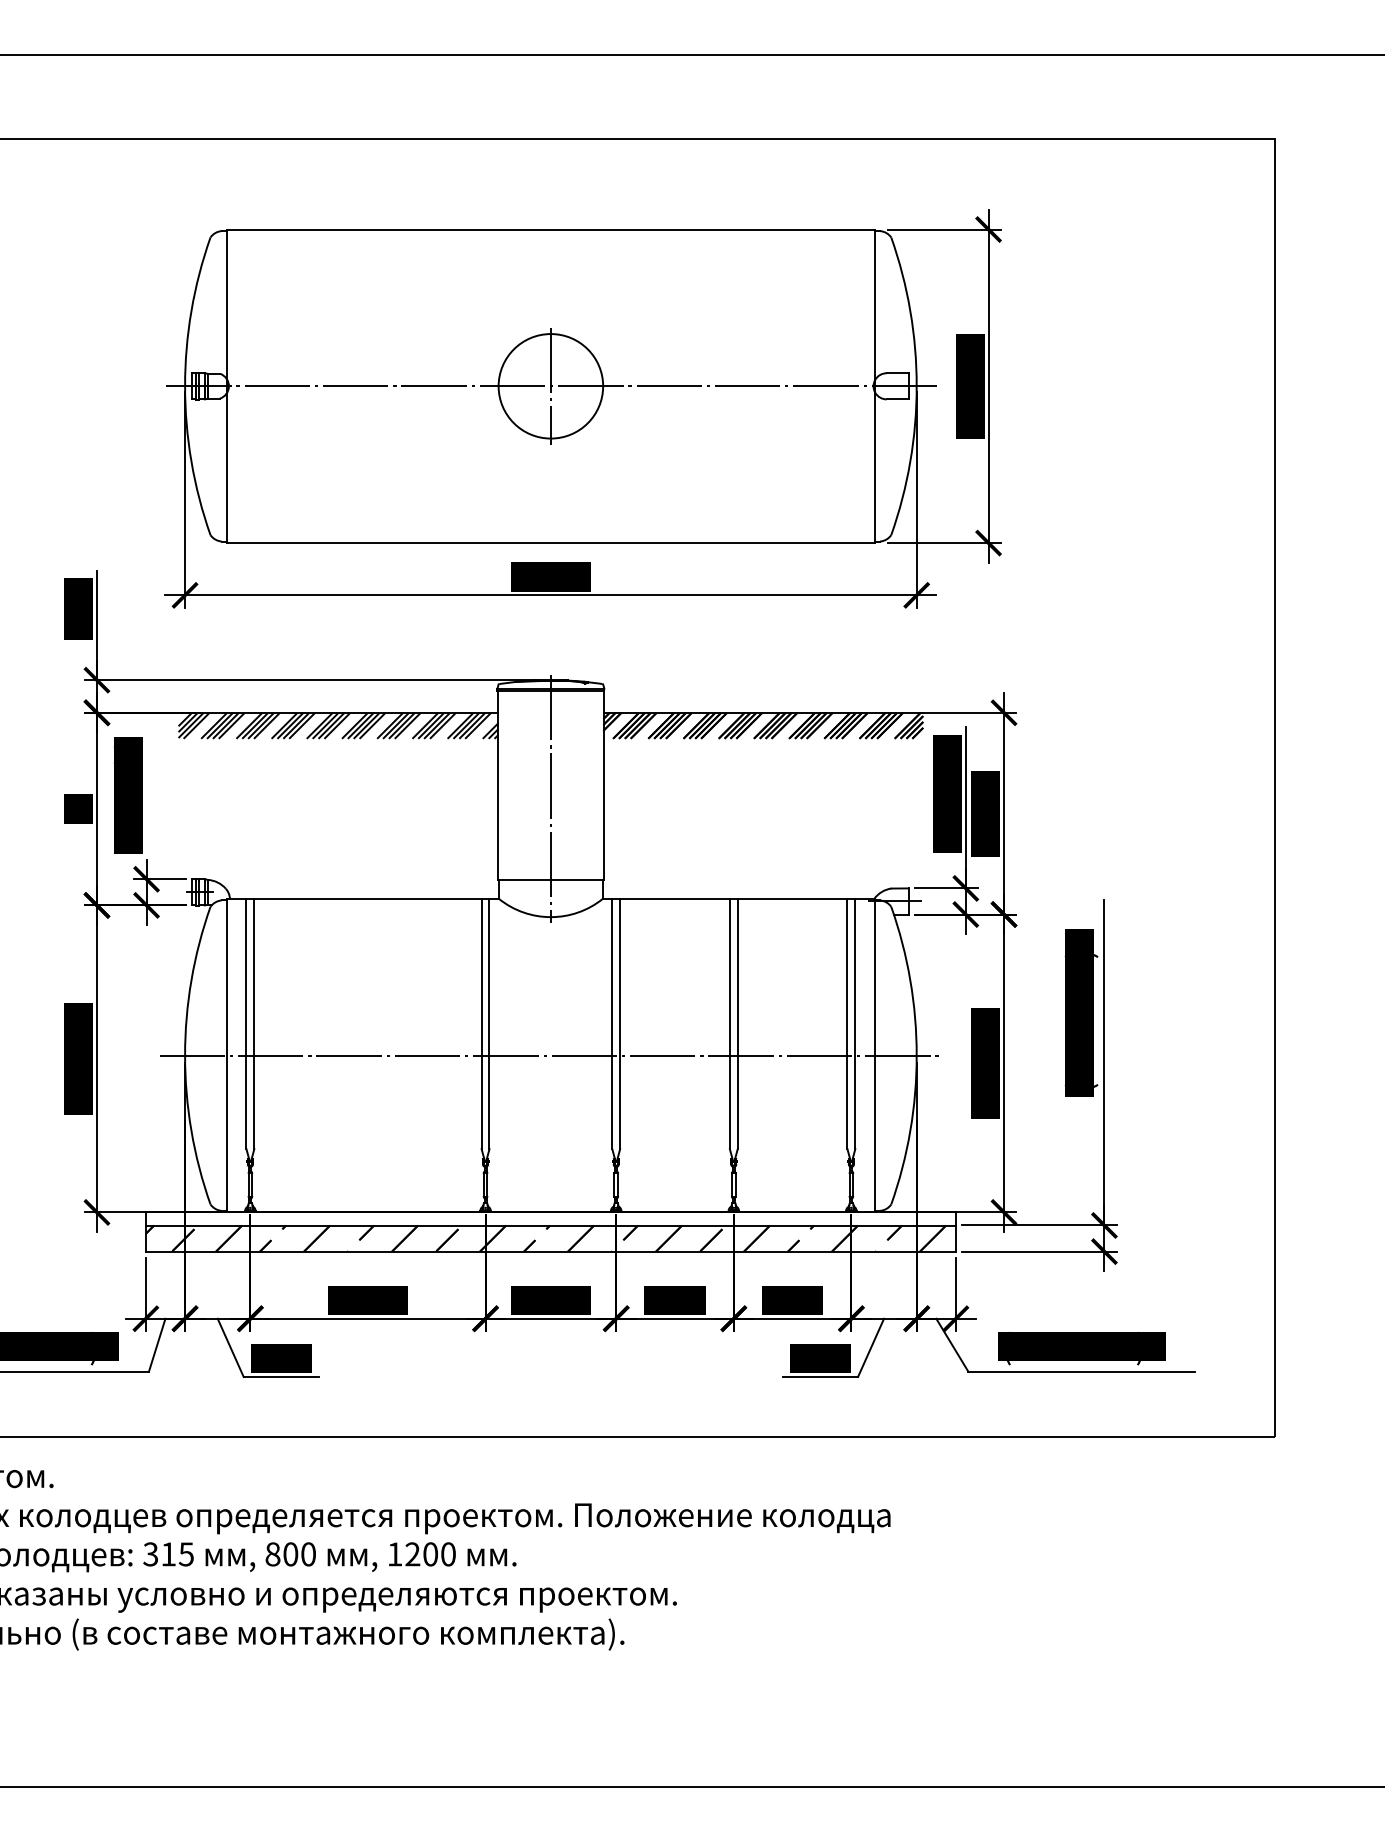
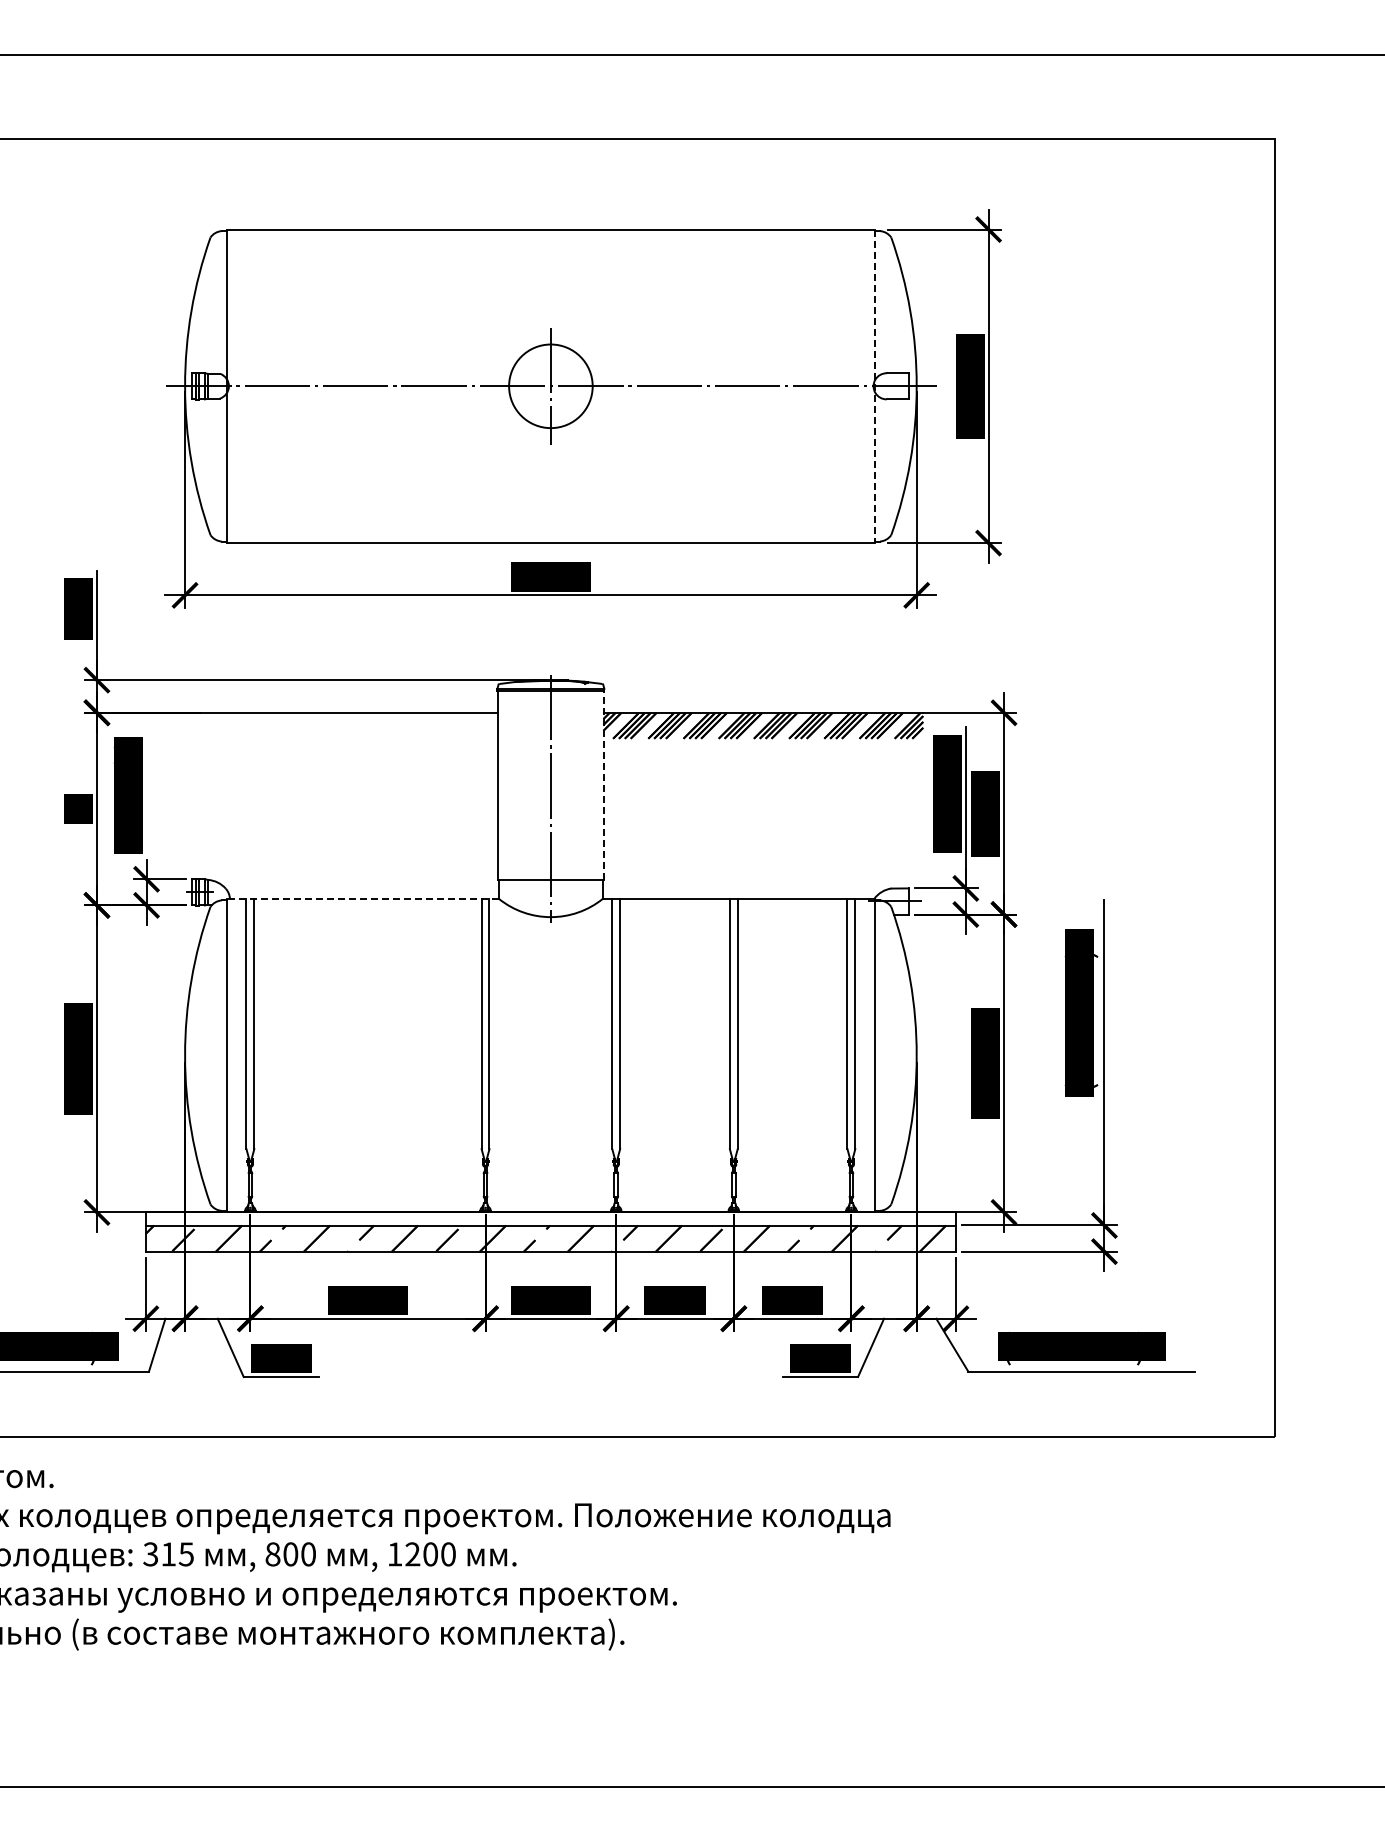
circle at (550, 386) diameter: 105 px -> 84 px
line at (874, 386): solid -> dashed
hatch at (338, 725): present -> none
line at (603, 785): solid -> dashed
line at (362, 898): solid -> dashed
line at (551, 1055): present -> none
